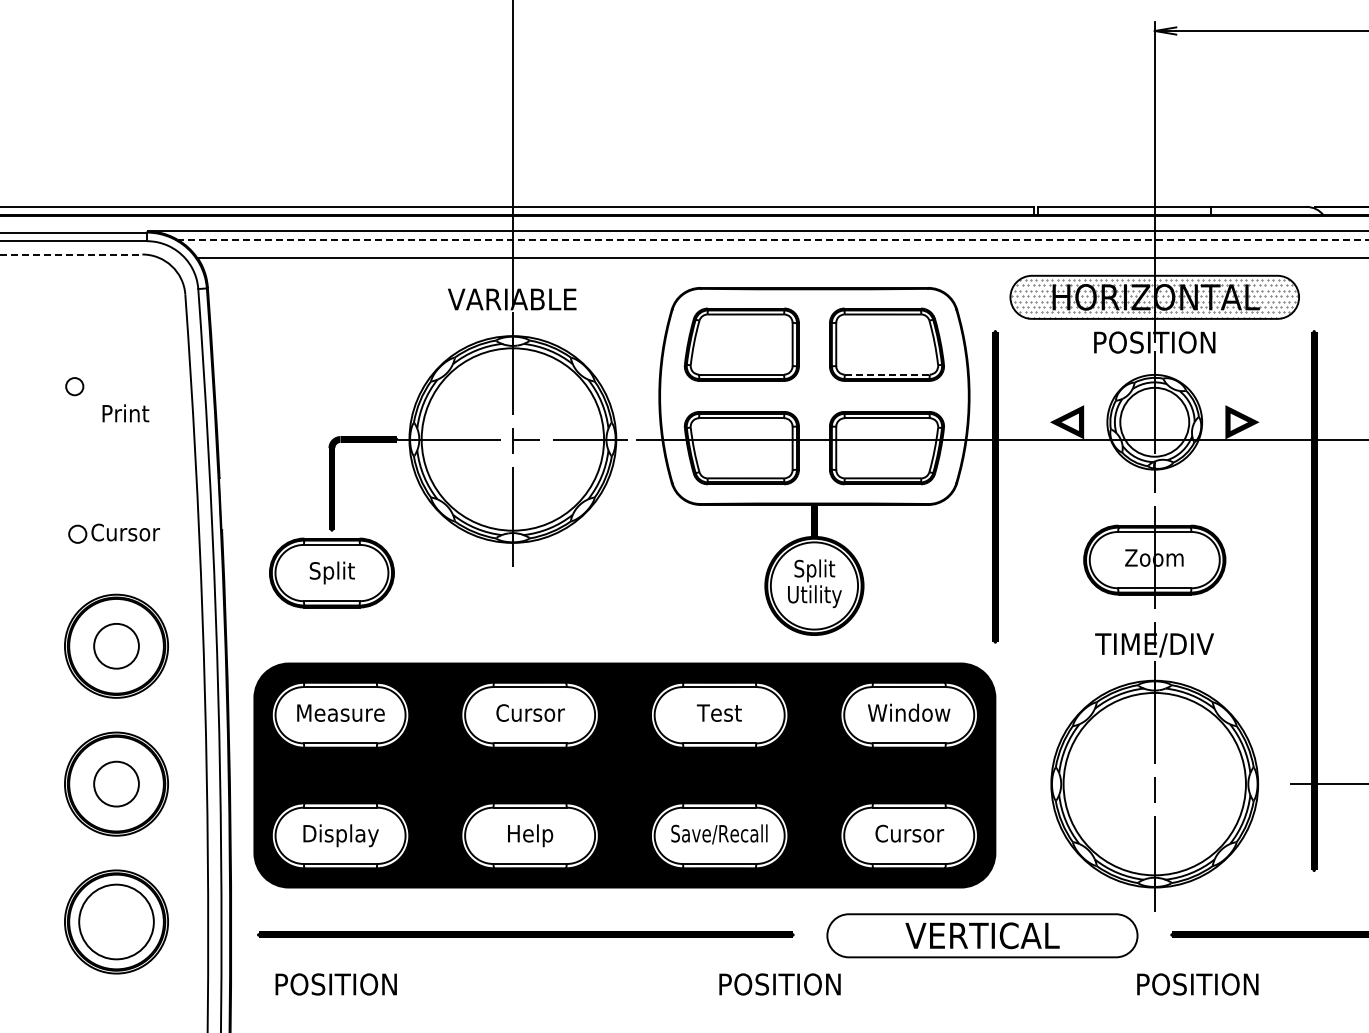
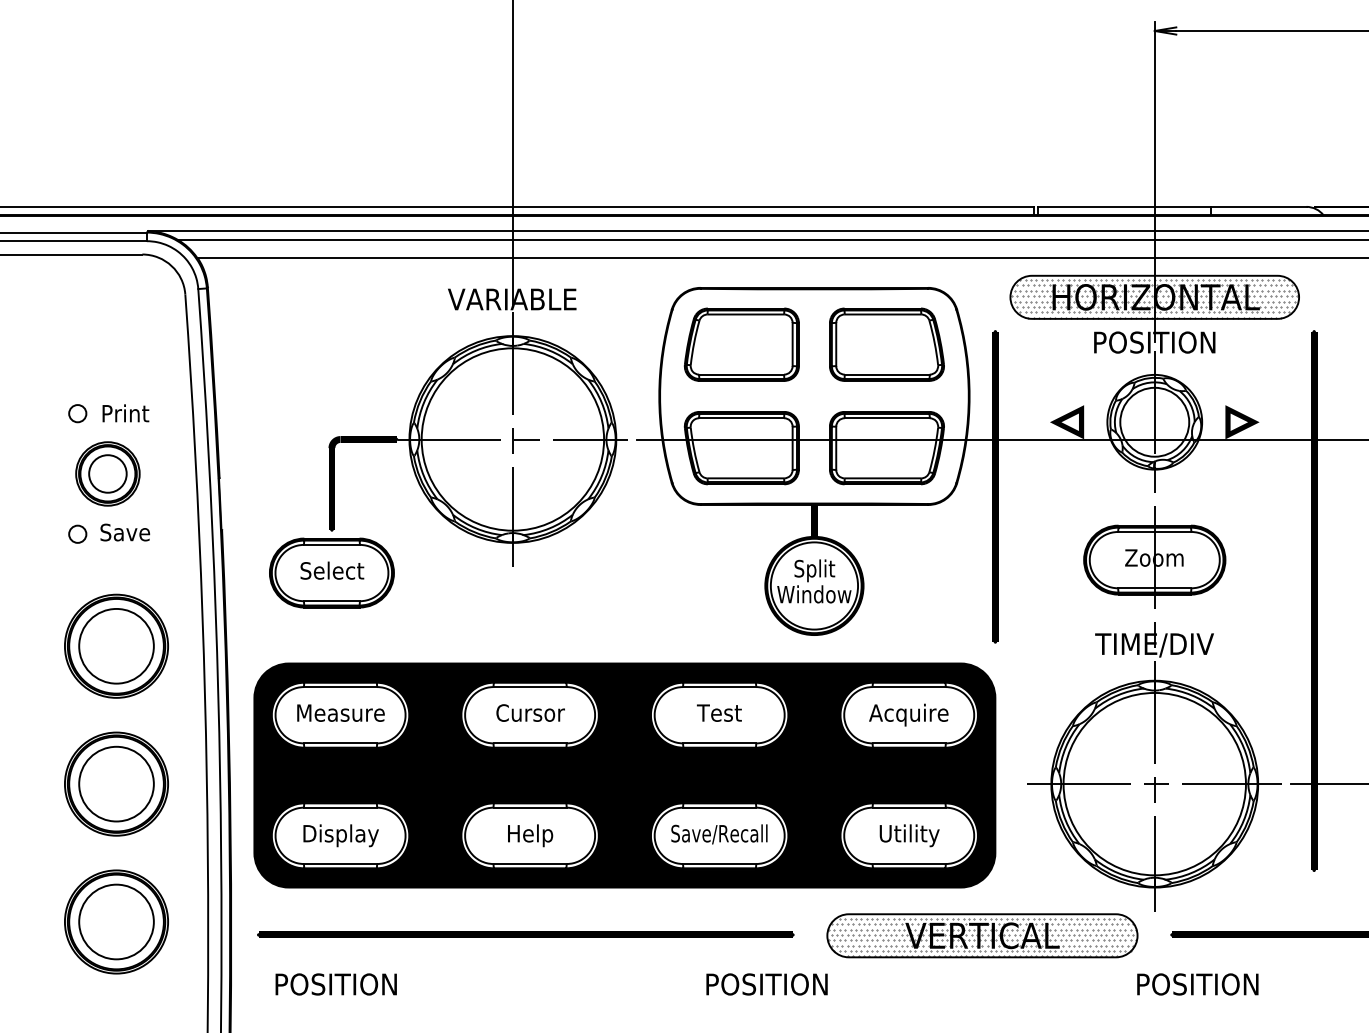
line at (772, 239): dashed -> solid
line at (71, 254): dashed -> solid
line at (887, 374): dashed -> solid
circle at (74, 386) position: (74, 386) -> (77, 413)
part at (107, 473): none -> present
text at (125, 532): Cursor -> Save
text at (332, 572): Split -> Select
text at (814, 596): Utility -> Window
circle at (116, 645) diameter: 45 px -> 75 px
text at (909, 714): Window -> Acquire
circle at (116, 783) diameter: 45 px -> 75 px
line at (1154, 784): none -> present
text at (909, 835): Cursor -> Utility
hatch at (981, 937): none -> present
text at (779, 984) position: (779, 984) -> (766, 984)
